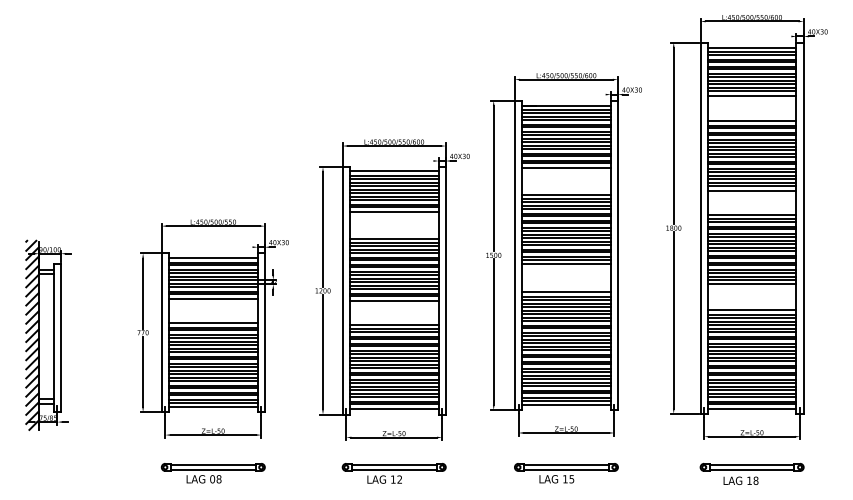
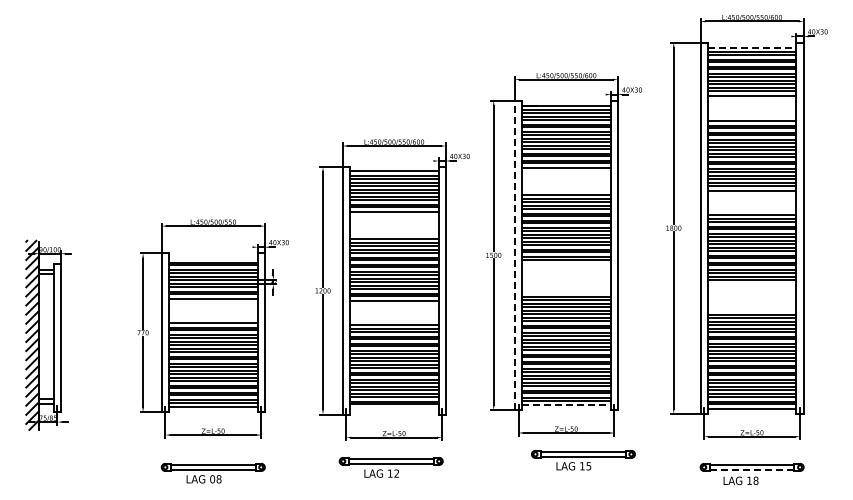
line at (752, 47): solid -> dashed
line at (514, 255): solid -> dashed
line at (213, 258): present -> none
line at (566, 264): present -> none
line at (751, 284): present -> none
line at (566, 292): present -> none
line at (751, 310): present -> none
line at (566, 405): solid -> dashed
line at (393, 408): present -> none
line at (752, 469): solid -> dashed
part at (393, 473) position: (393, 473) -> (390, 467)
part at (566, 473) position: (566, 473) -> (583, 460)
